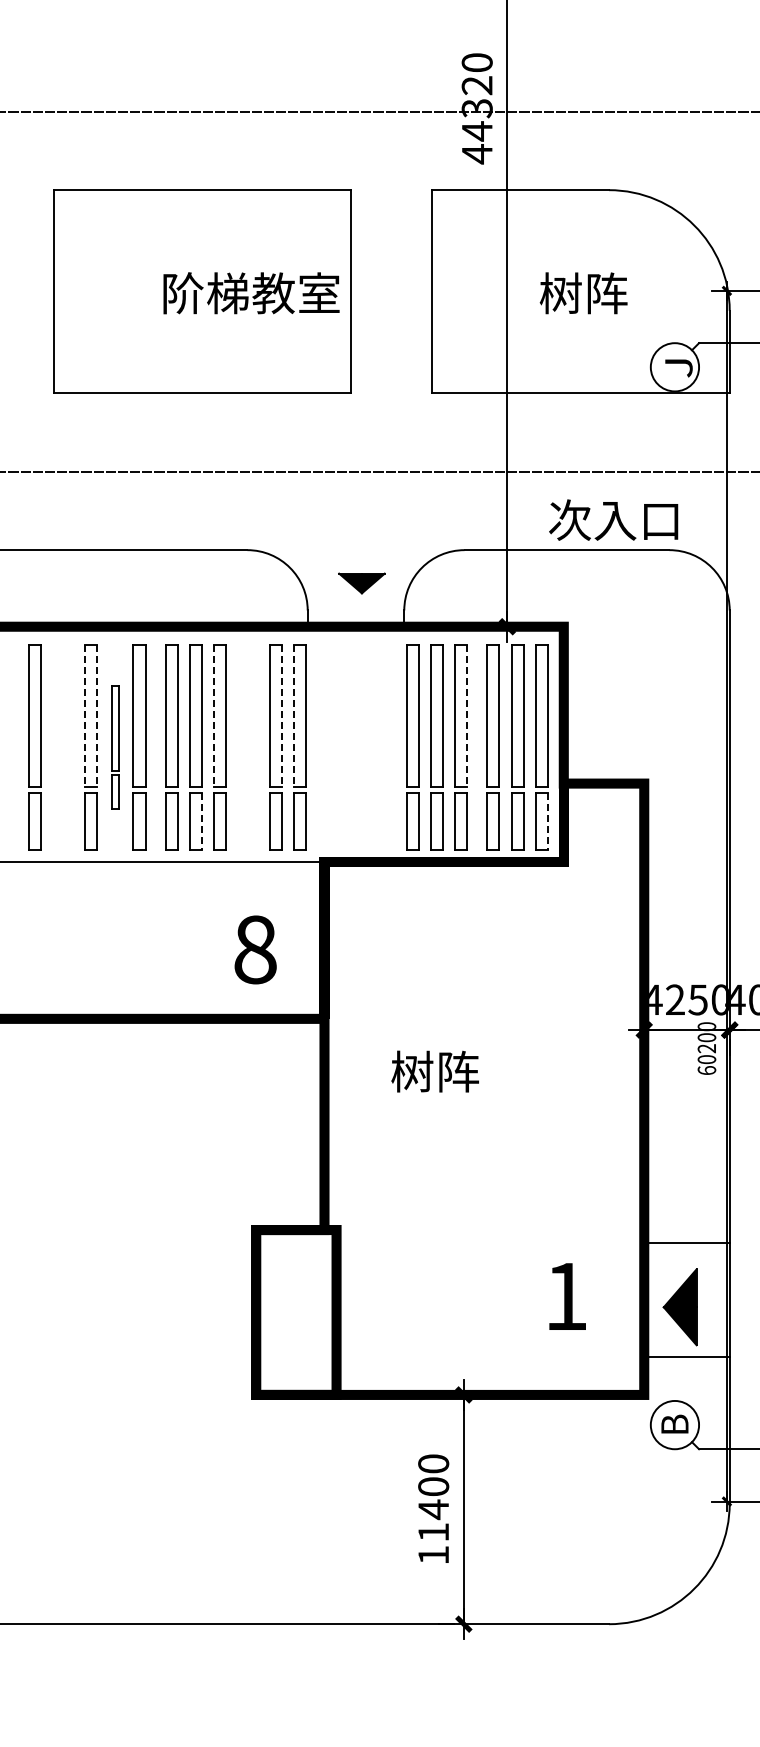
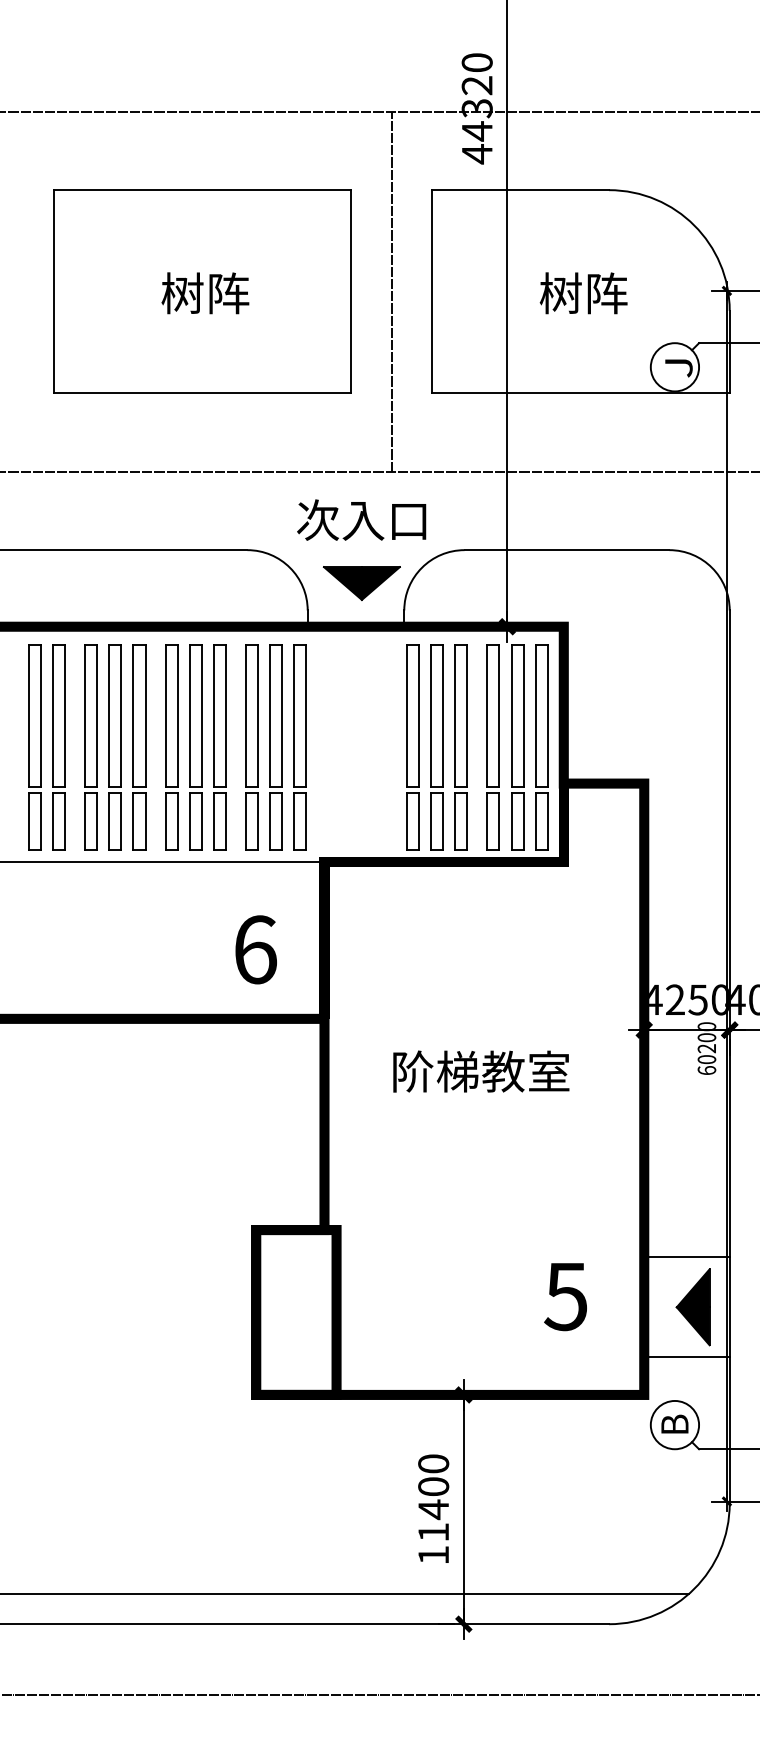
line at (391, 291): none -> present
text at (250, 293): 阶梯教室 -> 树阵
text at (613, 519) position: (613, 519) -> (361, 519)
part at (361, 583) size: 48x23 px -> 78x35 px
line at (85, 715): dashed -> solid
line at (97, 715): dashed -> solid
line at (213, 715): dashed -> solid
line at (282, 715): dashed -> solid
line at (294, 715): dashed -> solid
line at (467, 715): dashed -> solid
part at (58, 747): none -> present
part at (115, 747) size: 9x125 px -> 14x207 px
part at (251, 747): none -> present
line at (201, 821): dashed -> solid
line at (547, 821): dashed -> solid
text at (255, 949): 8 -> 6
text at (480, 1071): 树阵 -> 阶梯教室
line at (686, 1242) position: (686, 1242) -> (686, 1256)
text at (565, 1297): 1 -> 5
part at (679, 1307) position: (679, 1307) -> (692, 1307)
line at (345, 1594): none -> present
line at (379, 1694): none -> present
